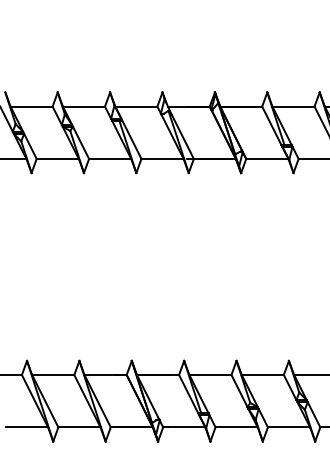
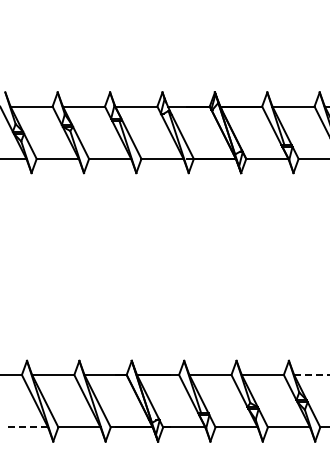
line at (311, 374): solid -> dashed
line at (26, 427): solid -> dashed
